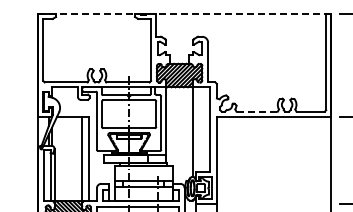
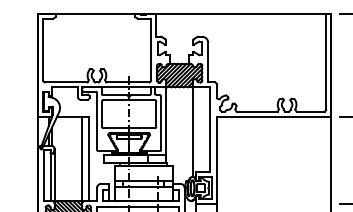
line at (185, 14): dashed -> solid
line at (257, 111): dashed -> solid
